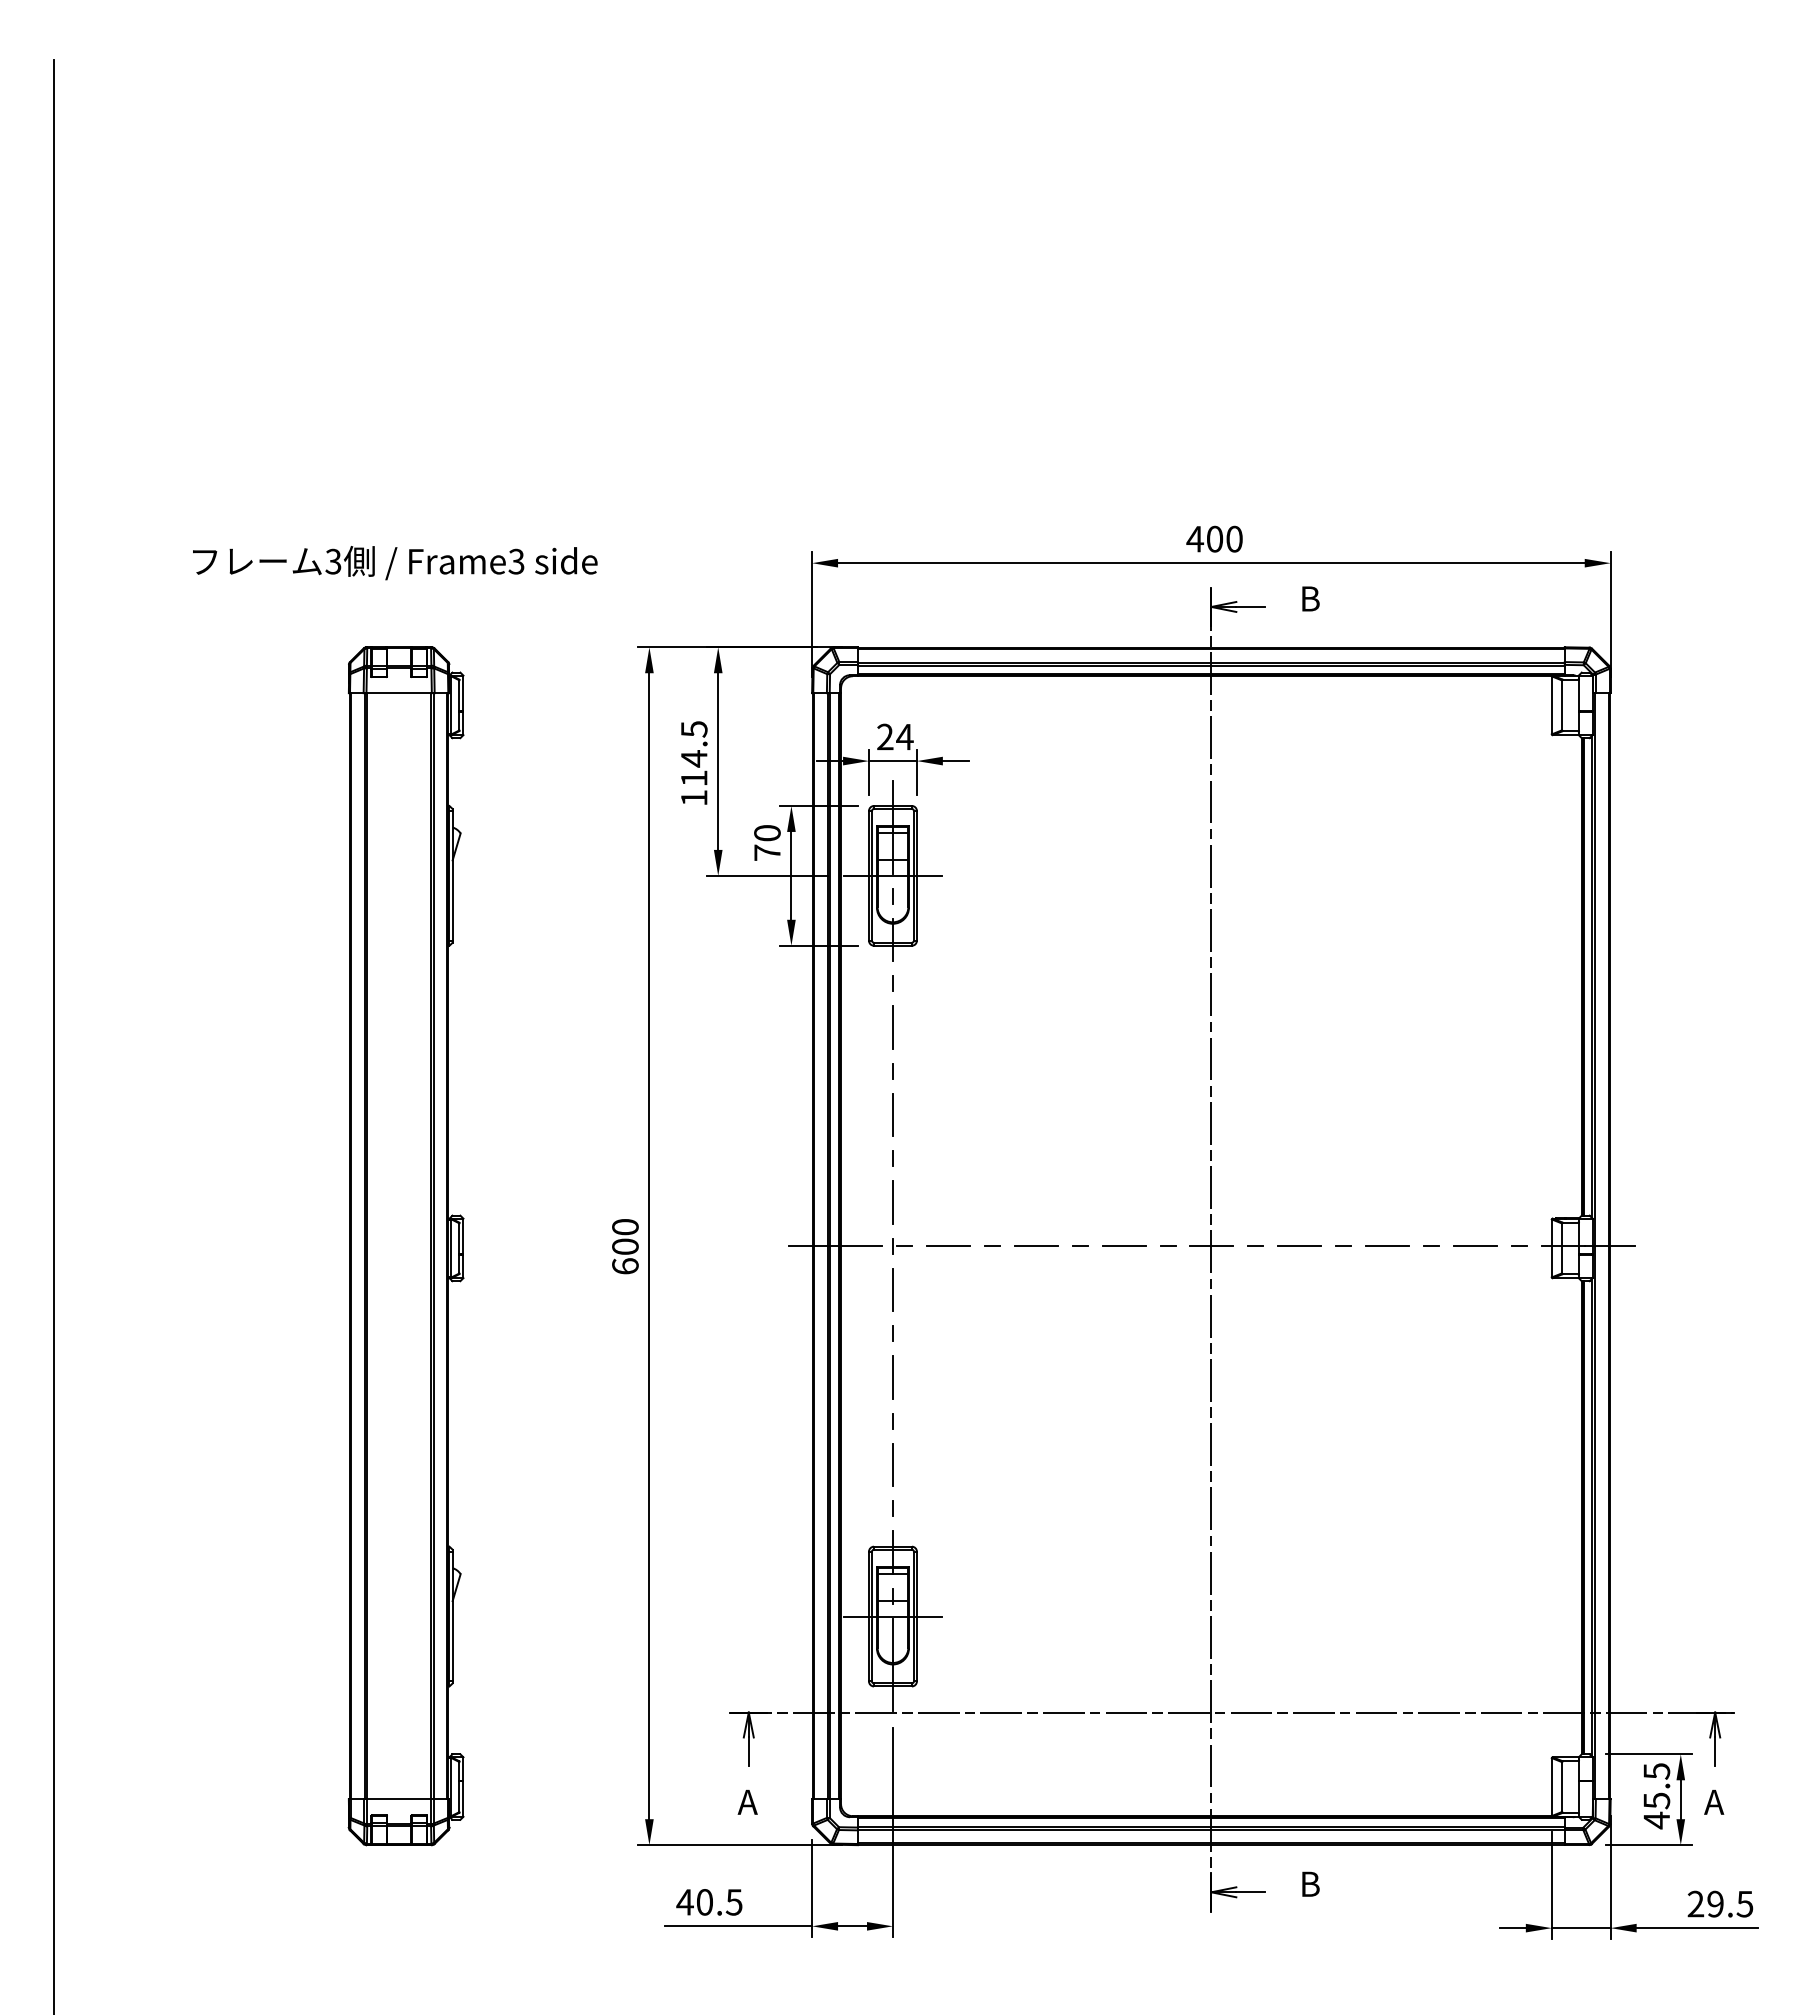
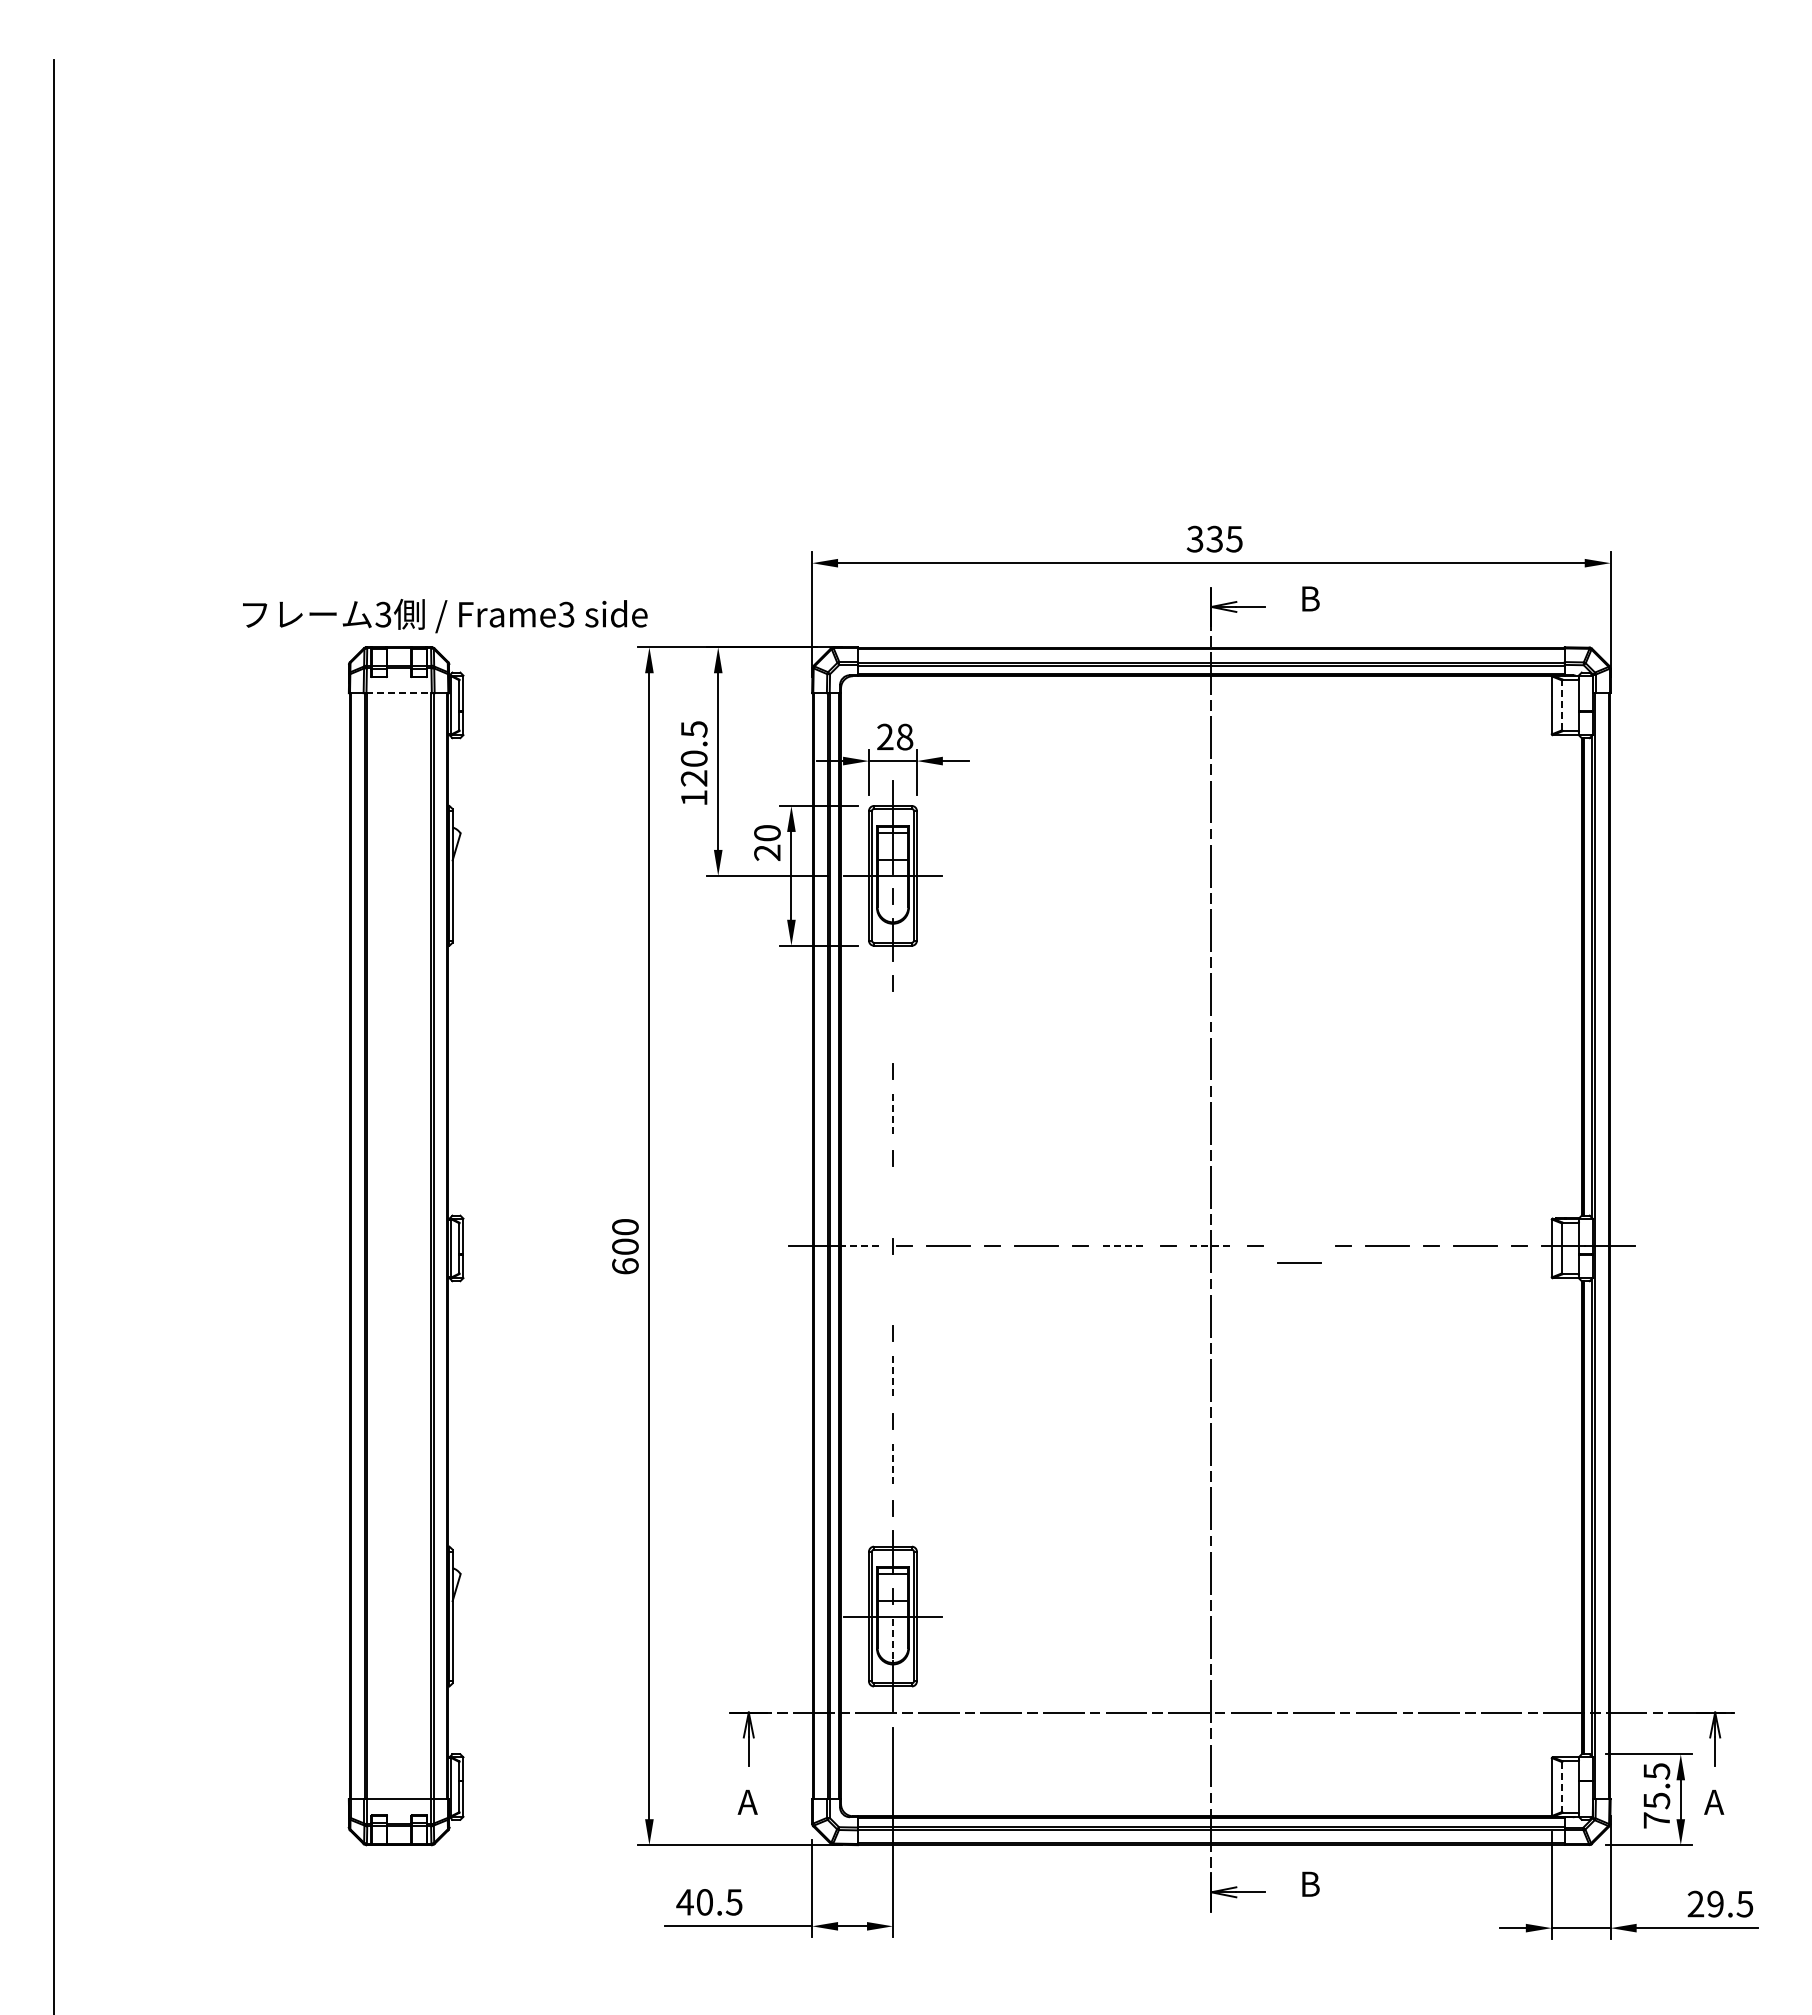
text at (1214, 538): 400 -> 335
text at (395, 563) position: (395, 563) -> (445, 616)
line at (399, 693): solid -> dashed
line at (1561, 704): solid -> dashed
text at (904, 736): 24 -> 28
text at (693, 768): 114.5 -> 120.5
text at (767, 852): 70 -> 20
line at (892, 1027): present -> none
line at (892, 1115): solid -> dashed
line at (892, 1202): present -> none
line at (1299, 1245) position: (1299, 1245) -> (1299, 1262)
line at (860, 1246): solid -> dashed
line at (1124, 1246): solid -> dashed
line at (1212, 1246): solid -> dashed
line at (892, 1289): present -> none
line at (892, 1378): solid -> dashed
line at (892, 1465): solid -> dashed
line at (892, 1640): solid -> dashed
line at (1561, 1787): solid -> dashed
text at (1656, 1820): 45.5 -> 75.5
